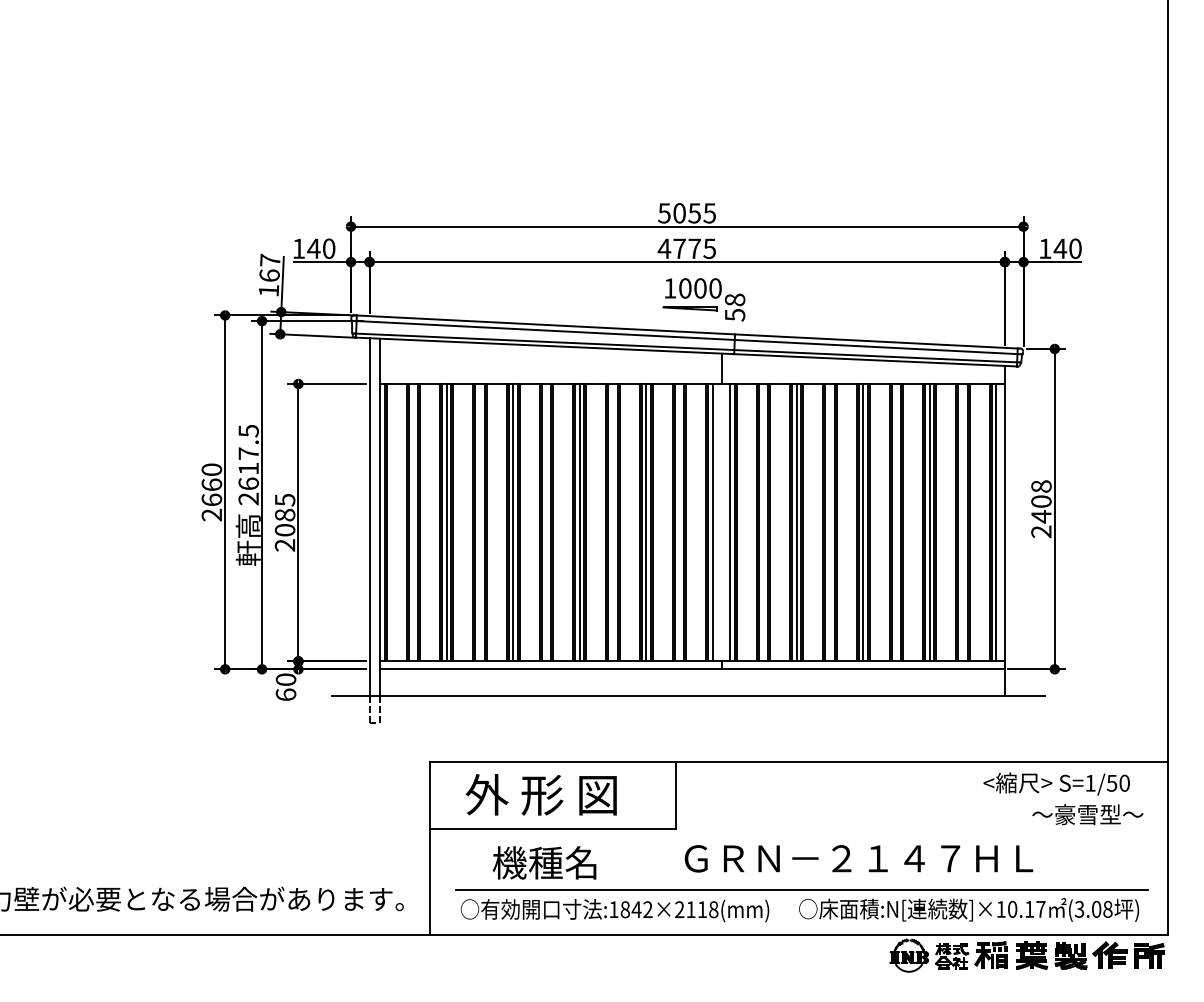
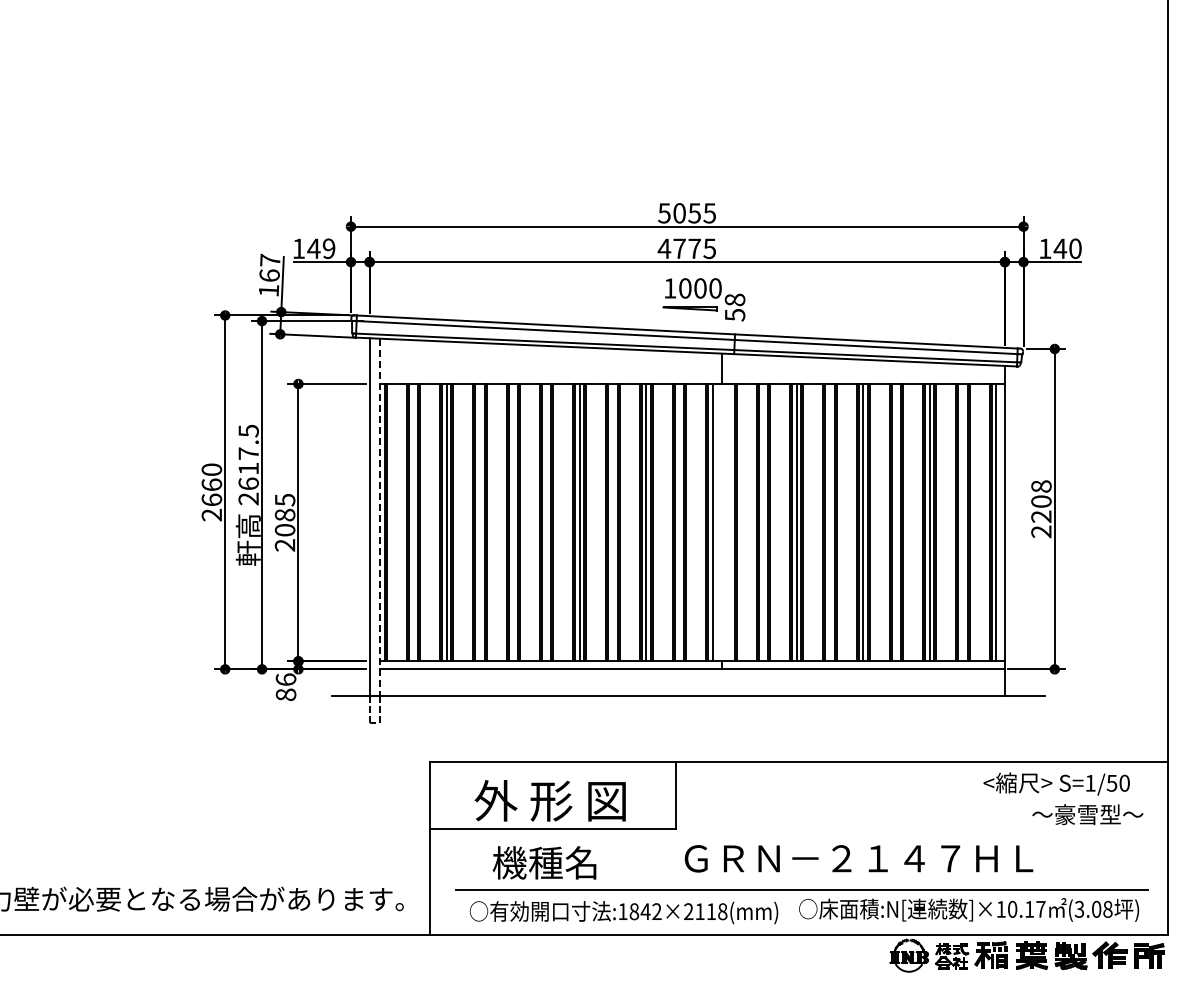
text at (328, 248): 140 -> 149
text at (1041, 516): 2408 -> 2208
line at (380, 517): solid -> dashed
line at (513, 522): present -> none
line at (730, 522): present -> none
text at (285, 687): 60 -> 86
text at (540, 794) position: (540, 794) -> (549, 800)
text at (614, 910) position: (614, 910) -> (623, 912)
